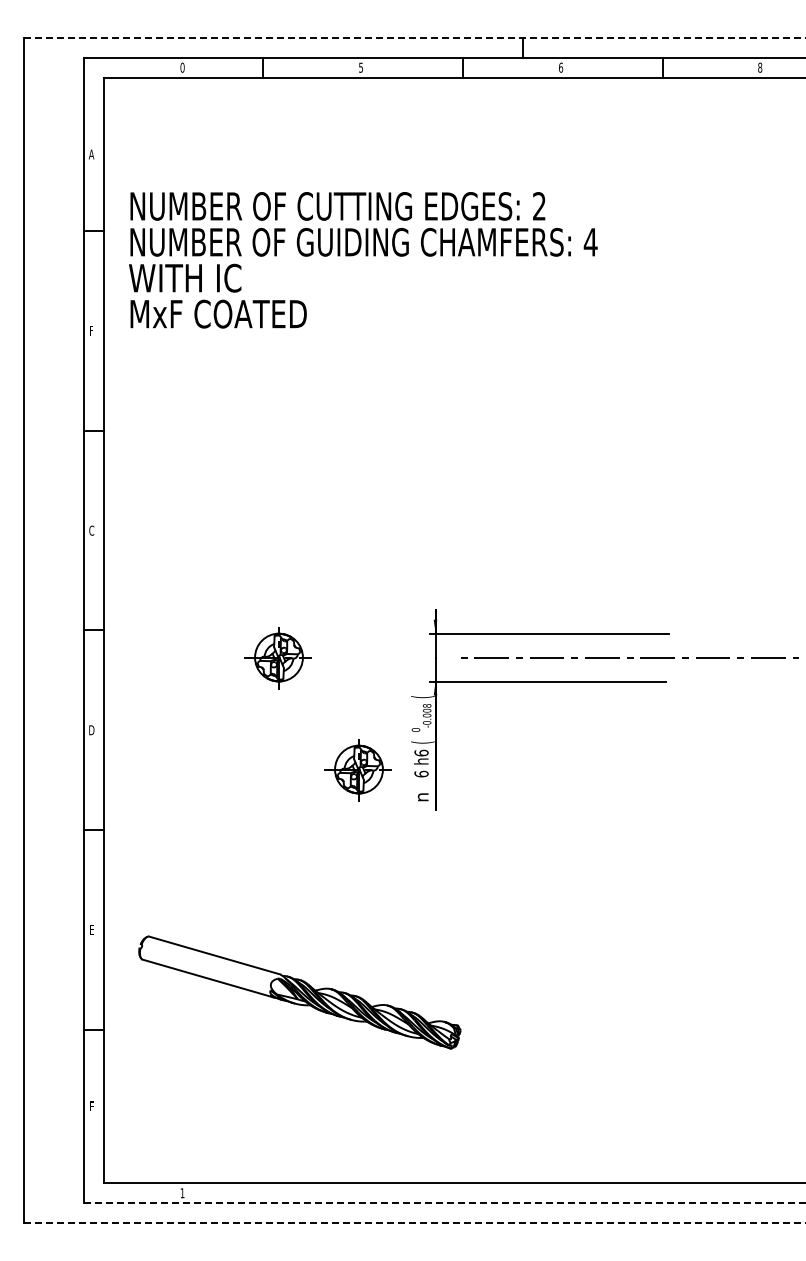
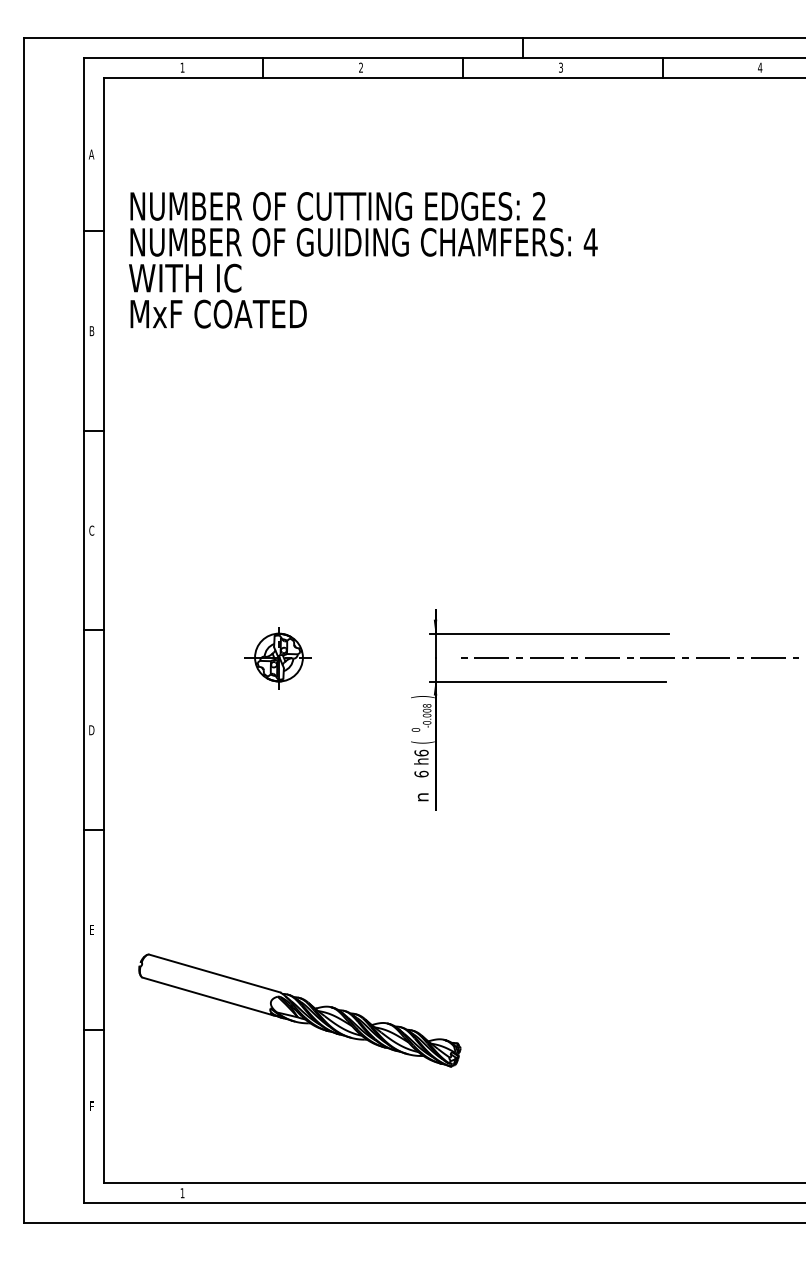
line at (414, 37): dashed -> solid
text at (182, 67): 0 -> 1
text at (361, 67): 5 -> 2
text at (561, 67): 6 -> 3
text at (760, 67): 8 -> 4
text at (91, 331): F -> B
text at (422, 697): ( -> )
part at (357, 770): present -> none
part at (299, 992) position: (299, 992) -> (299, 1010)
line at (444, 1203): dashed -> solid
line at (414, 1223): dashed -> solid
